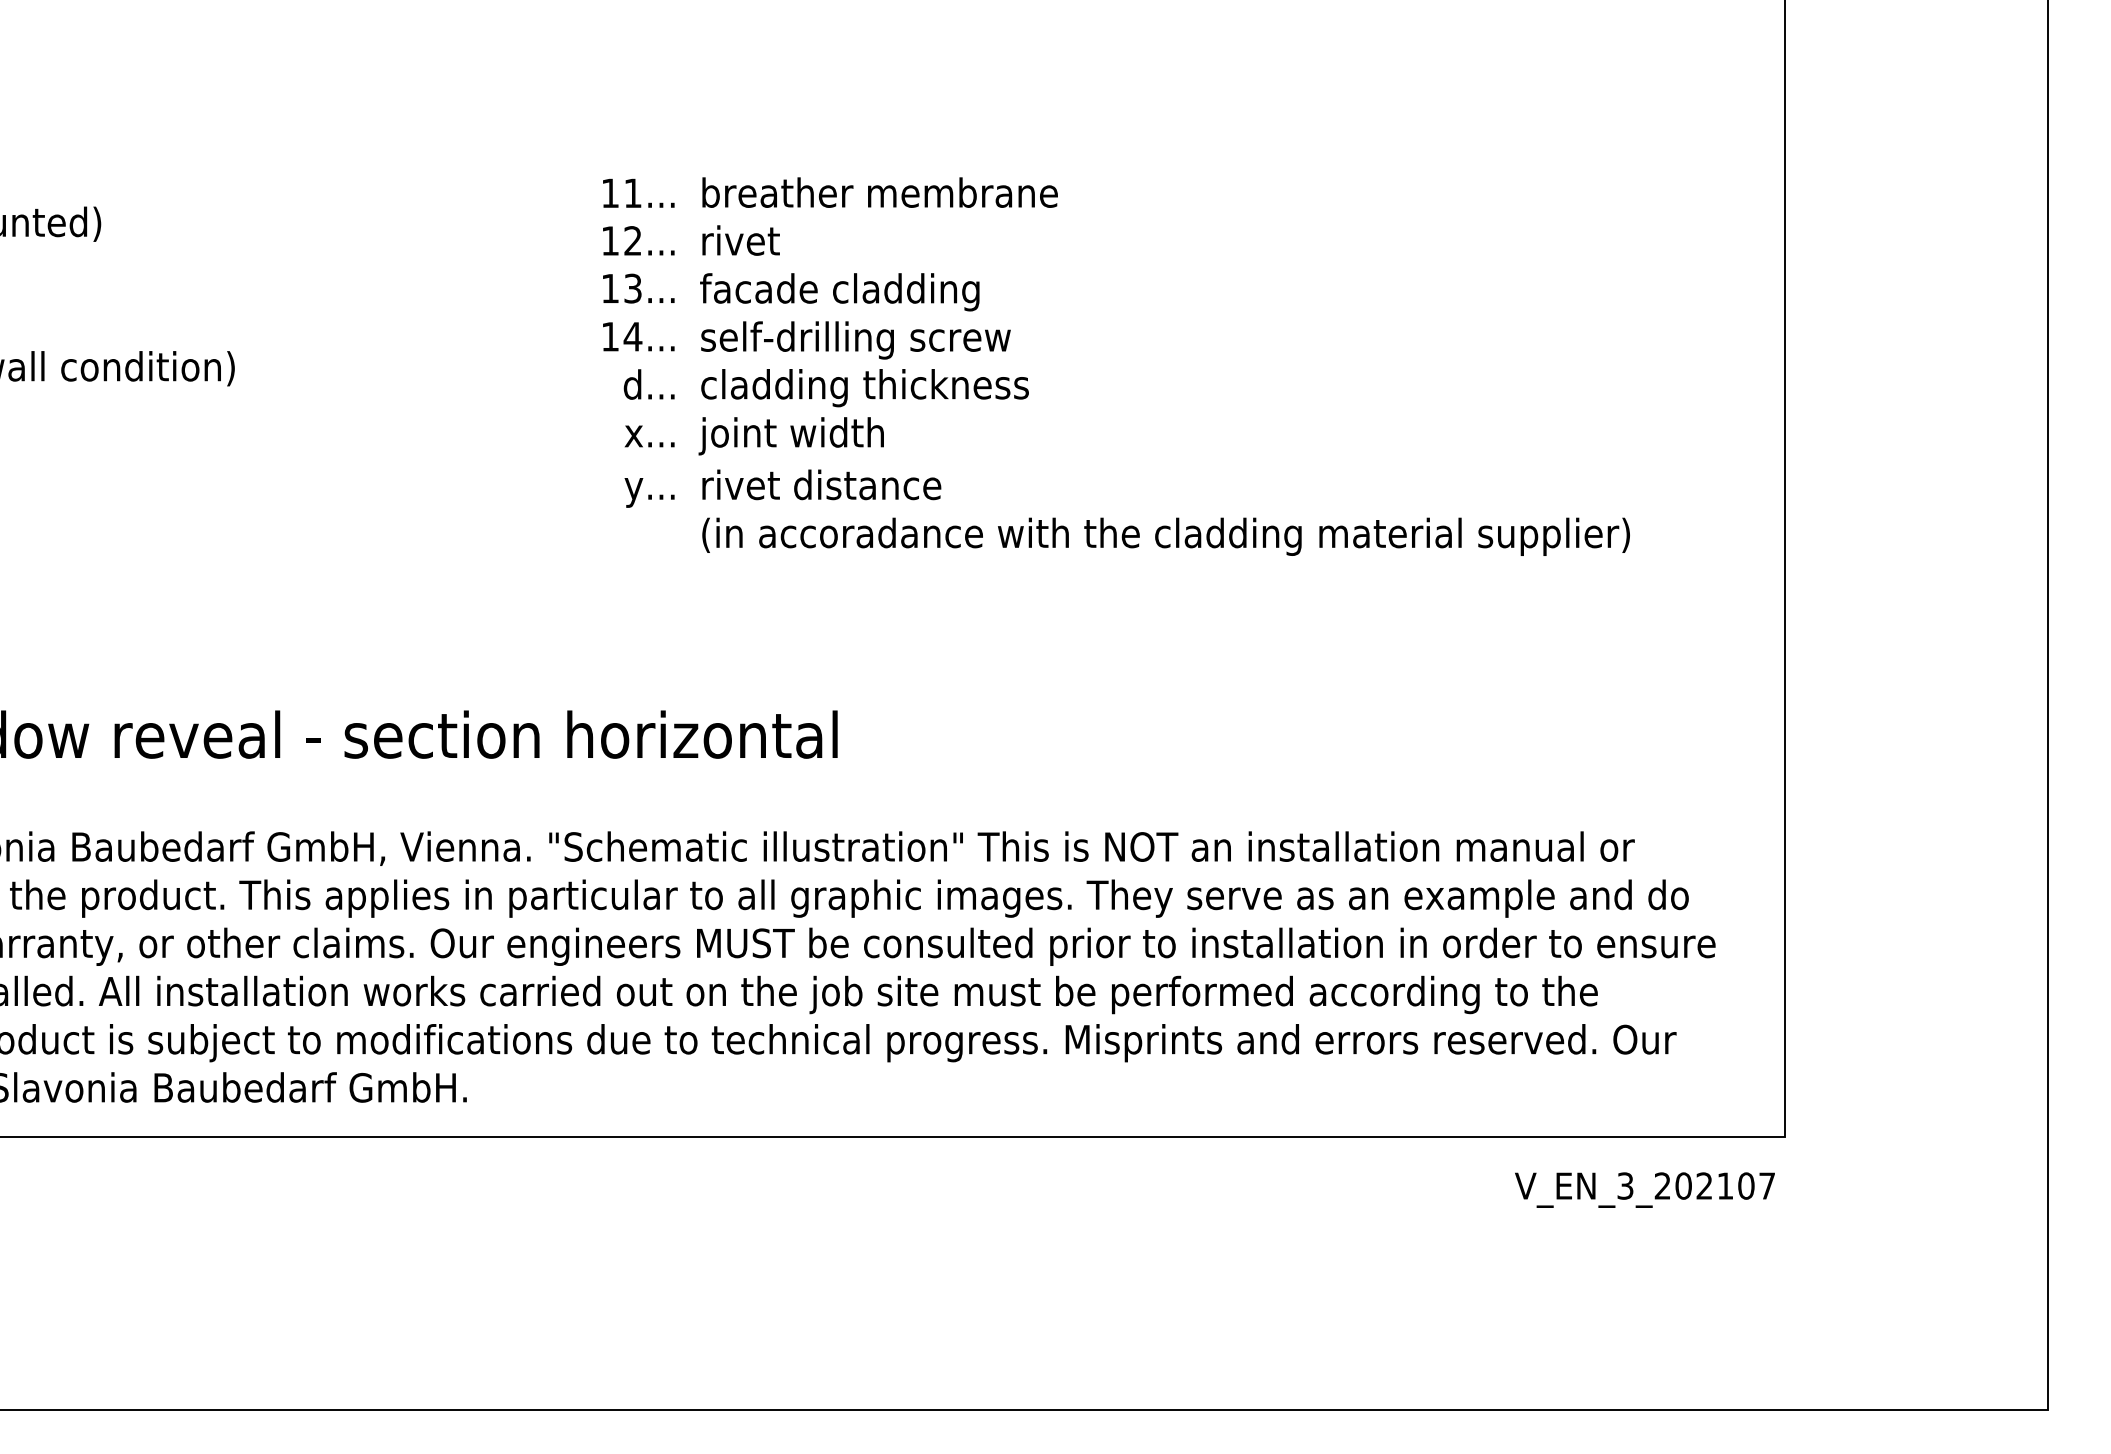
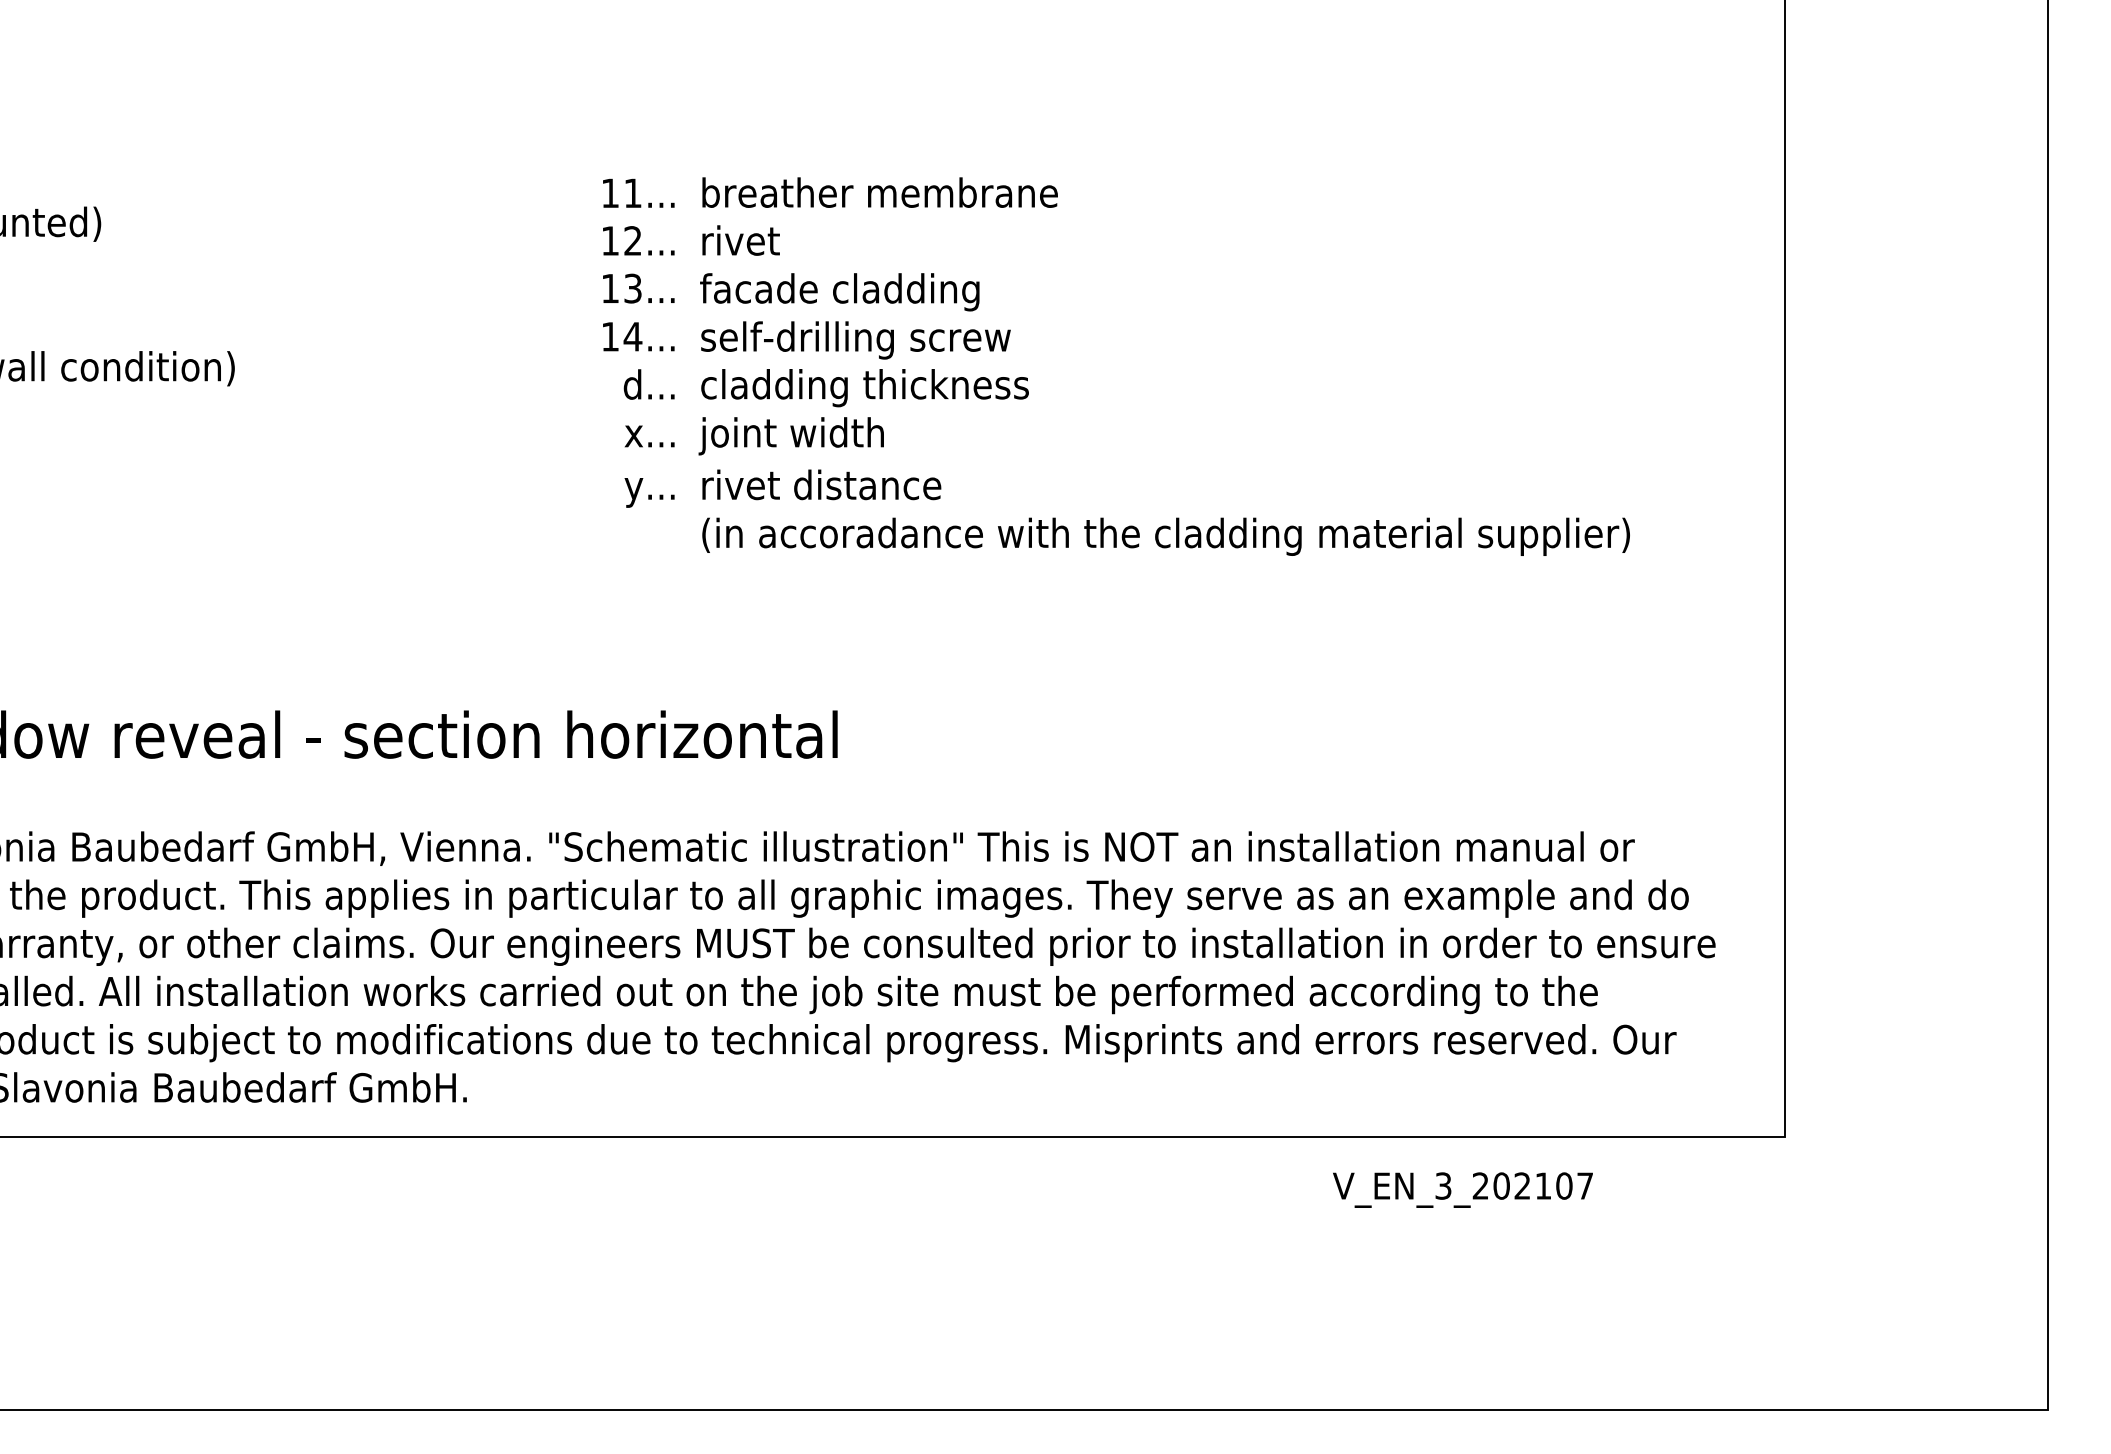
text at (1644, 1189) position: (1644, 1189) -> (1462, 1189)
